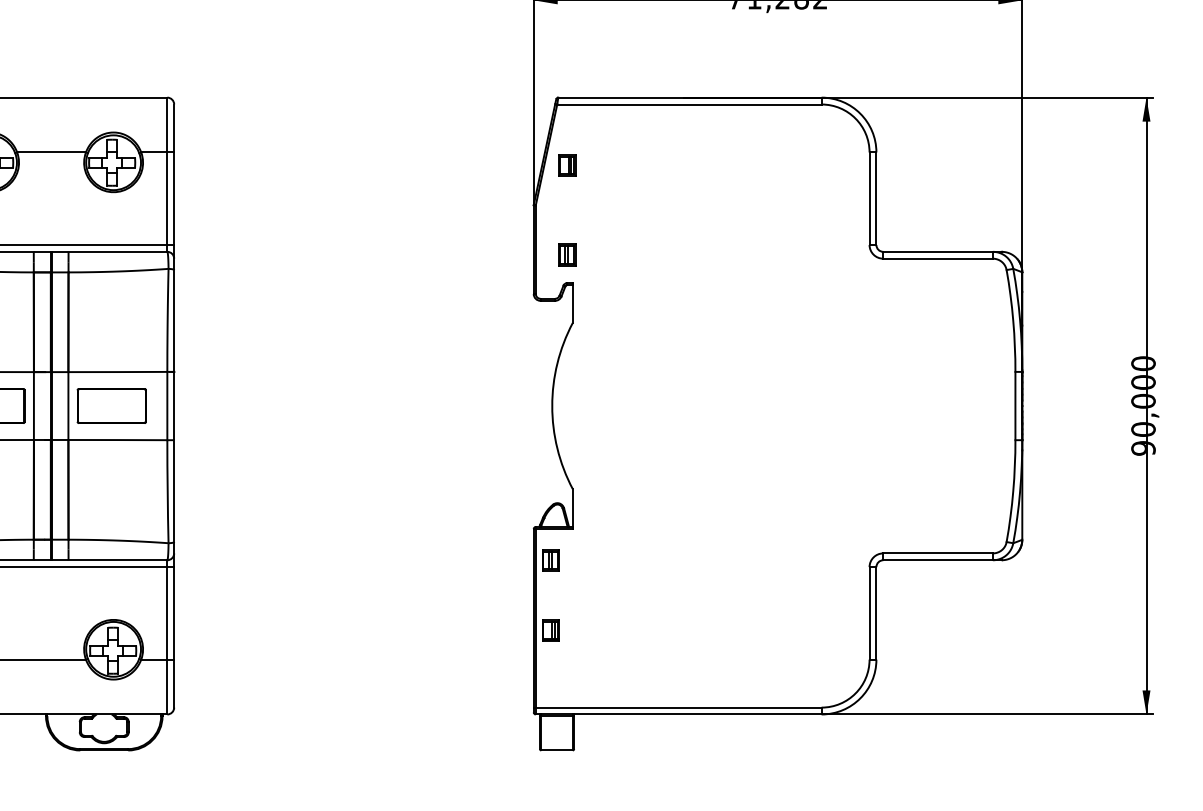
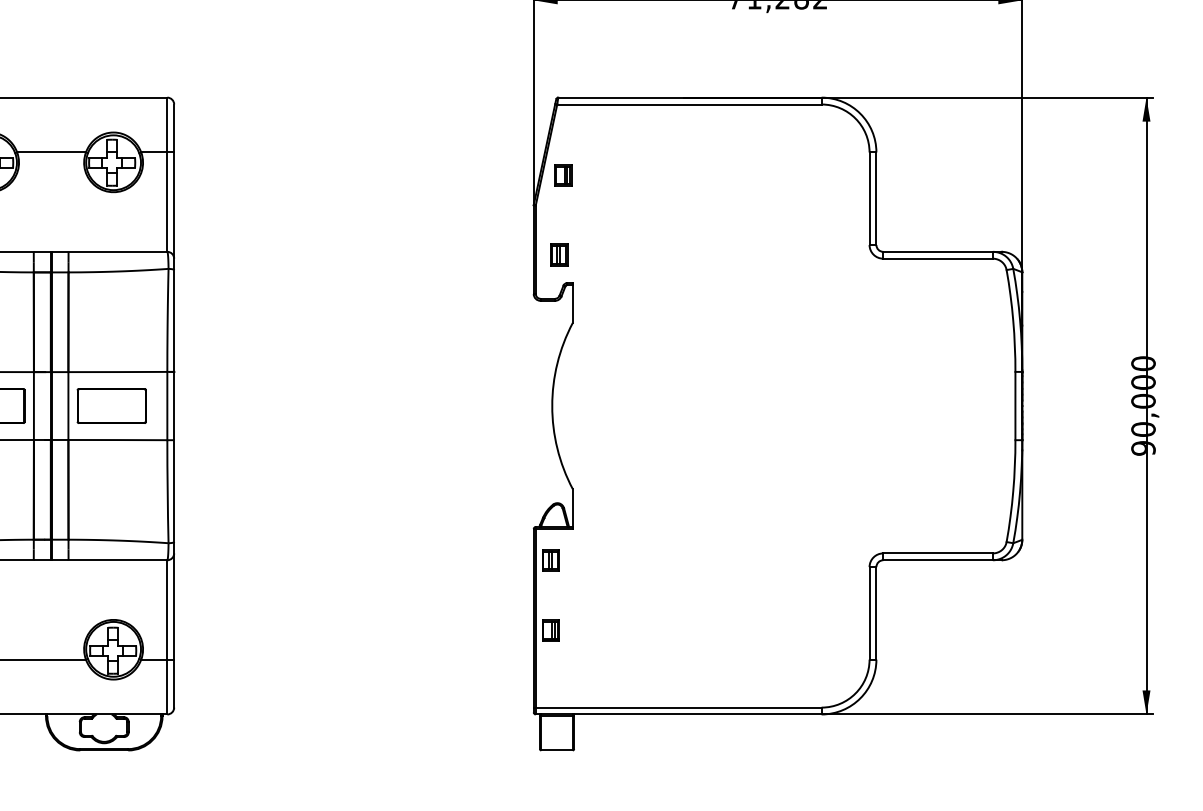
part at (567, 165) position: (567, 165) -> (563, 175)
line at (88, 245): present -> none
part at (567, 254) position: (567, 254) -> (559, 254)
line at (88, 567): present -> none
